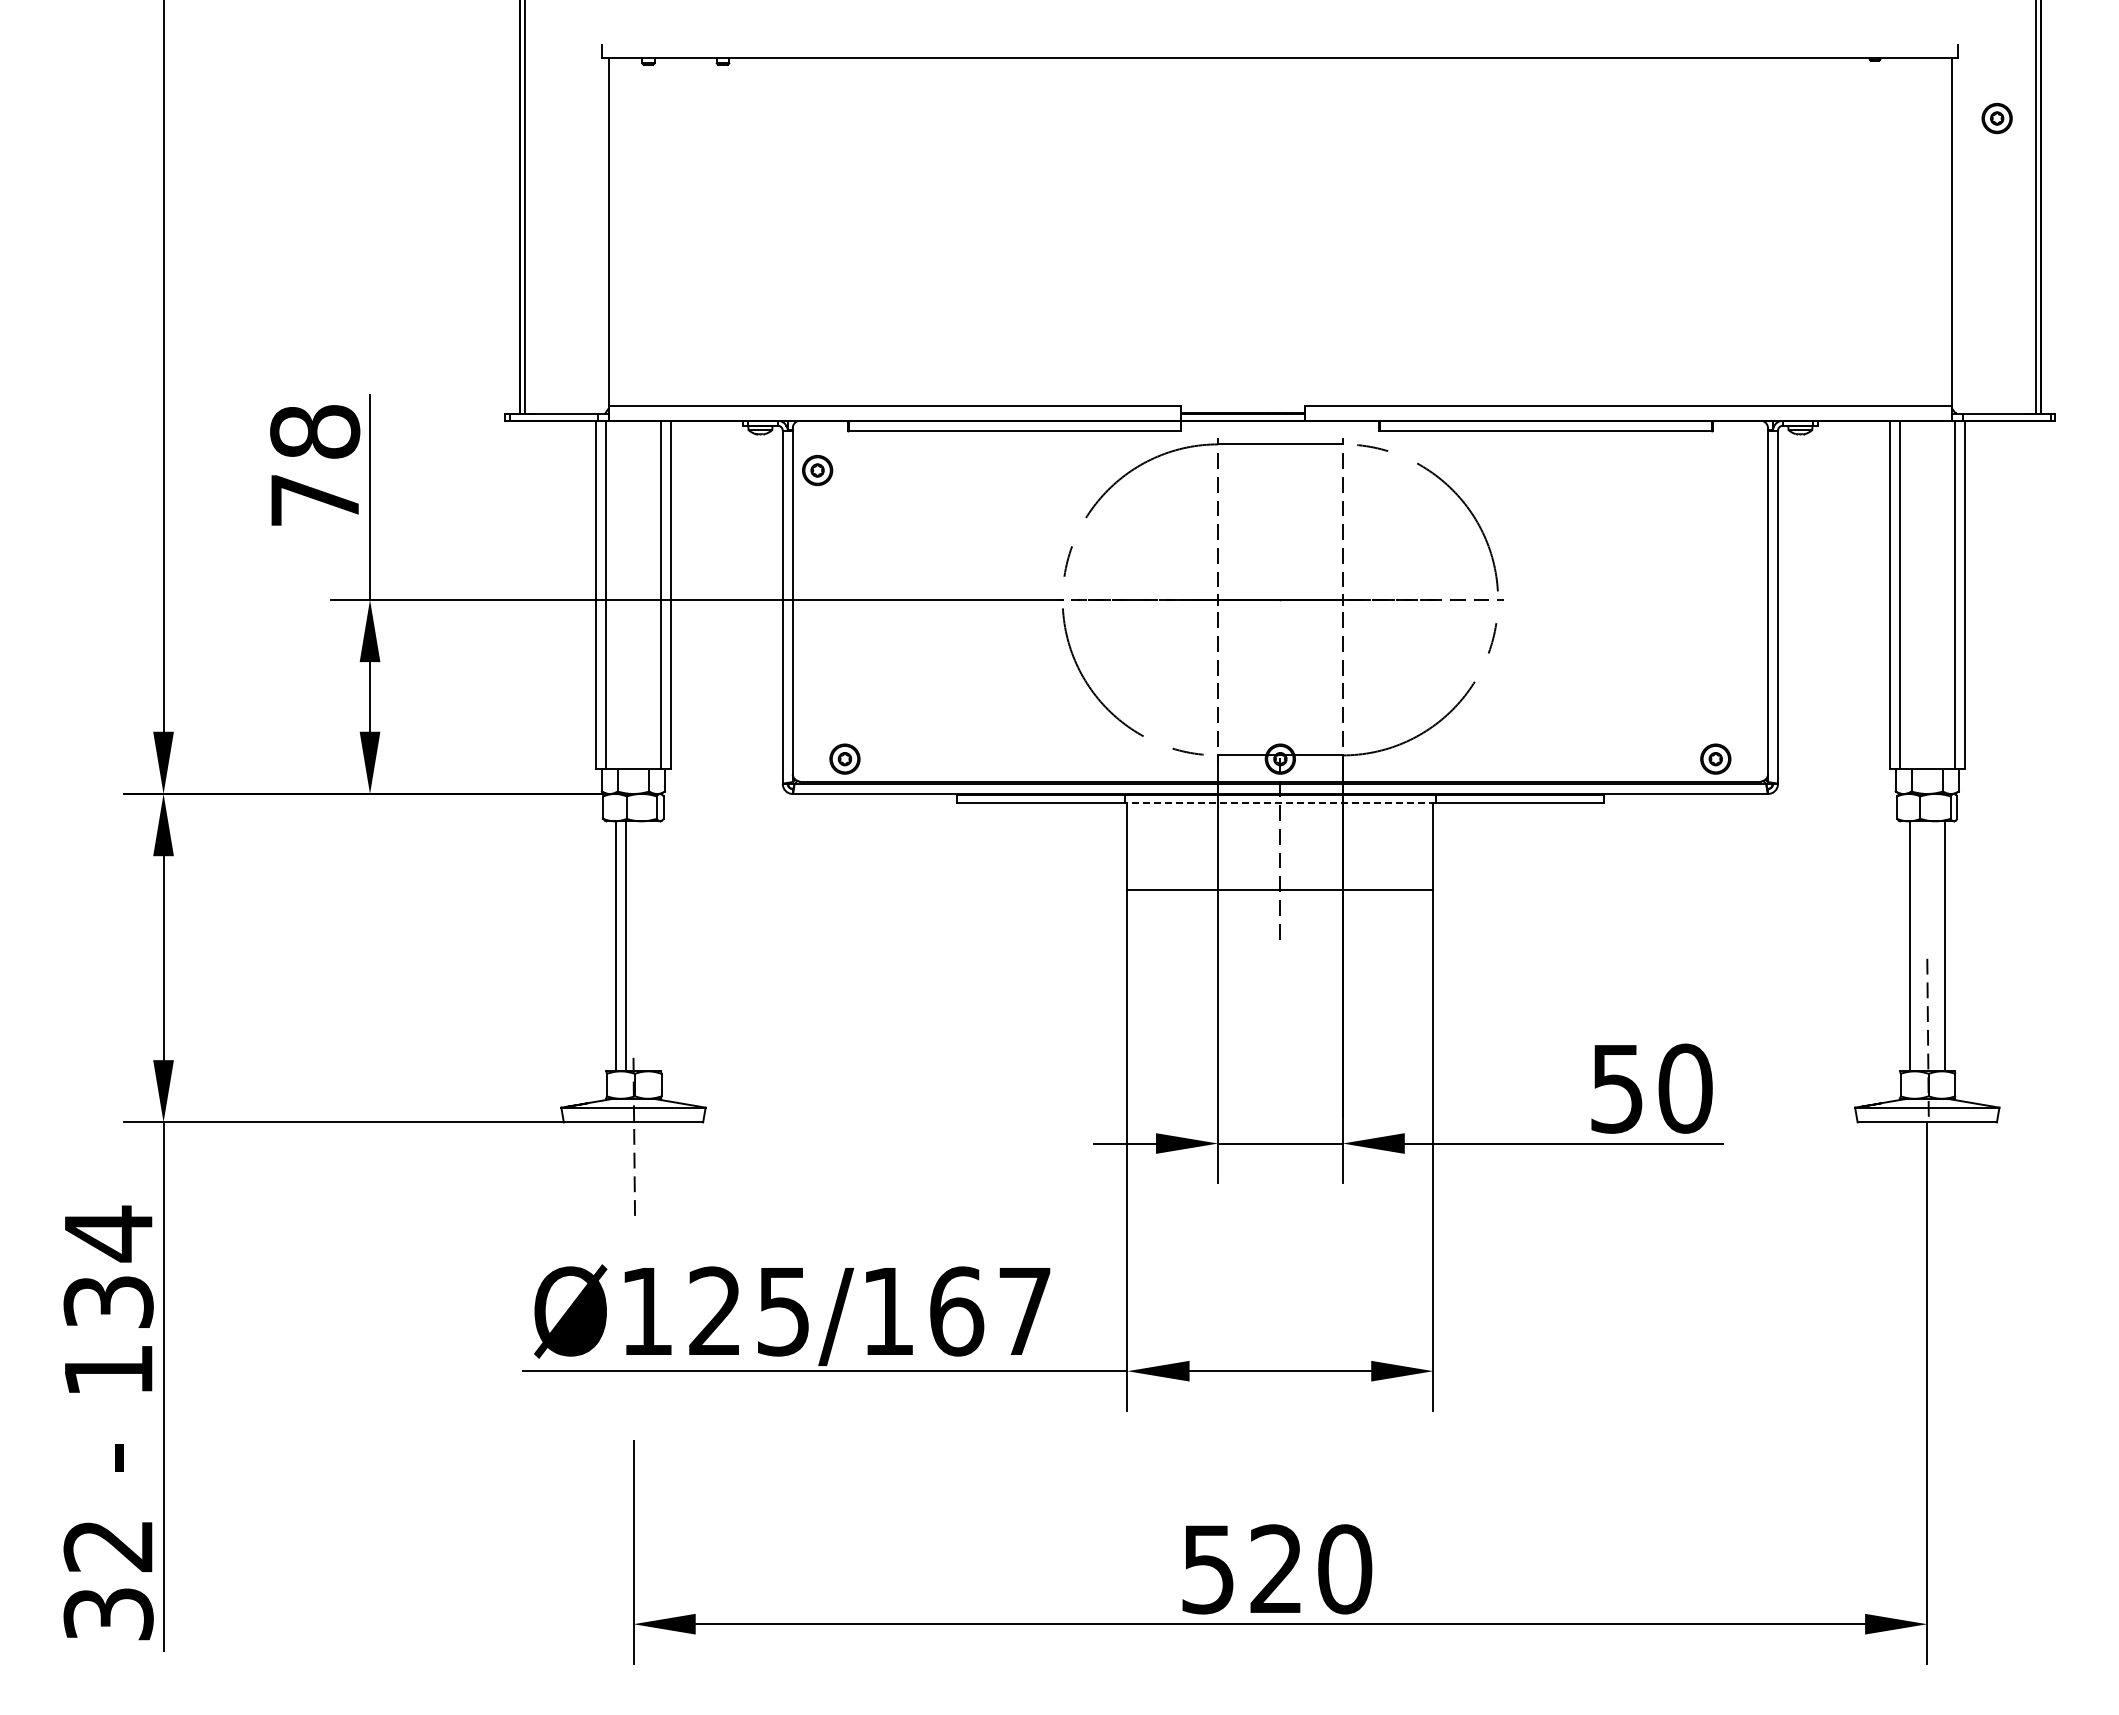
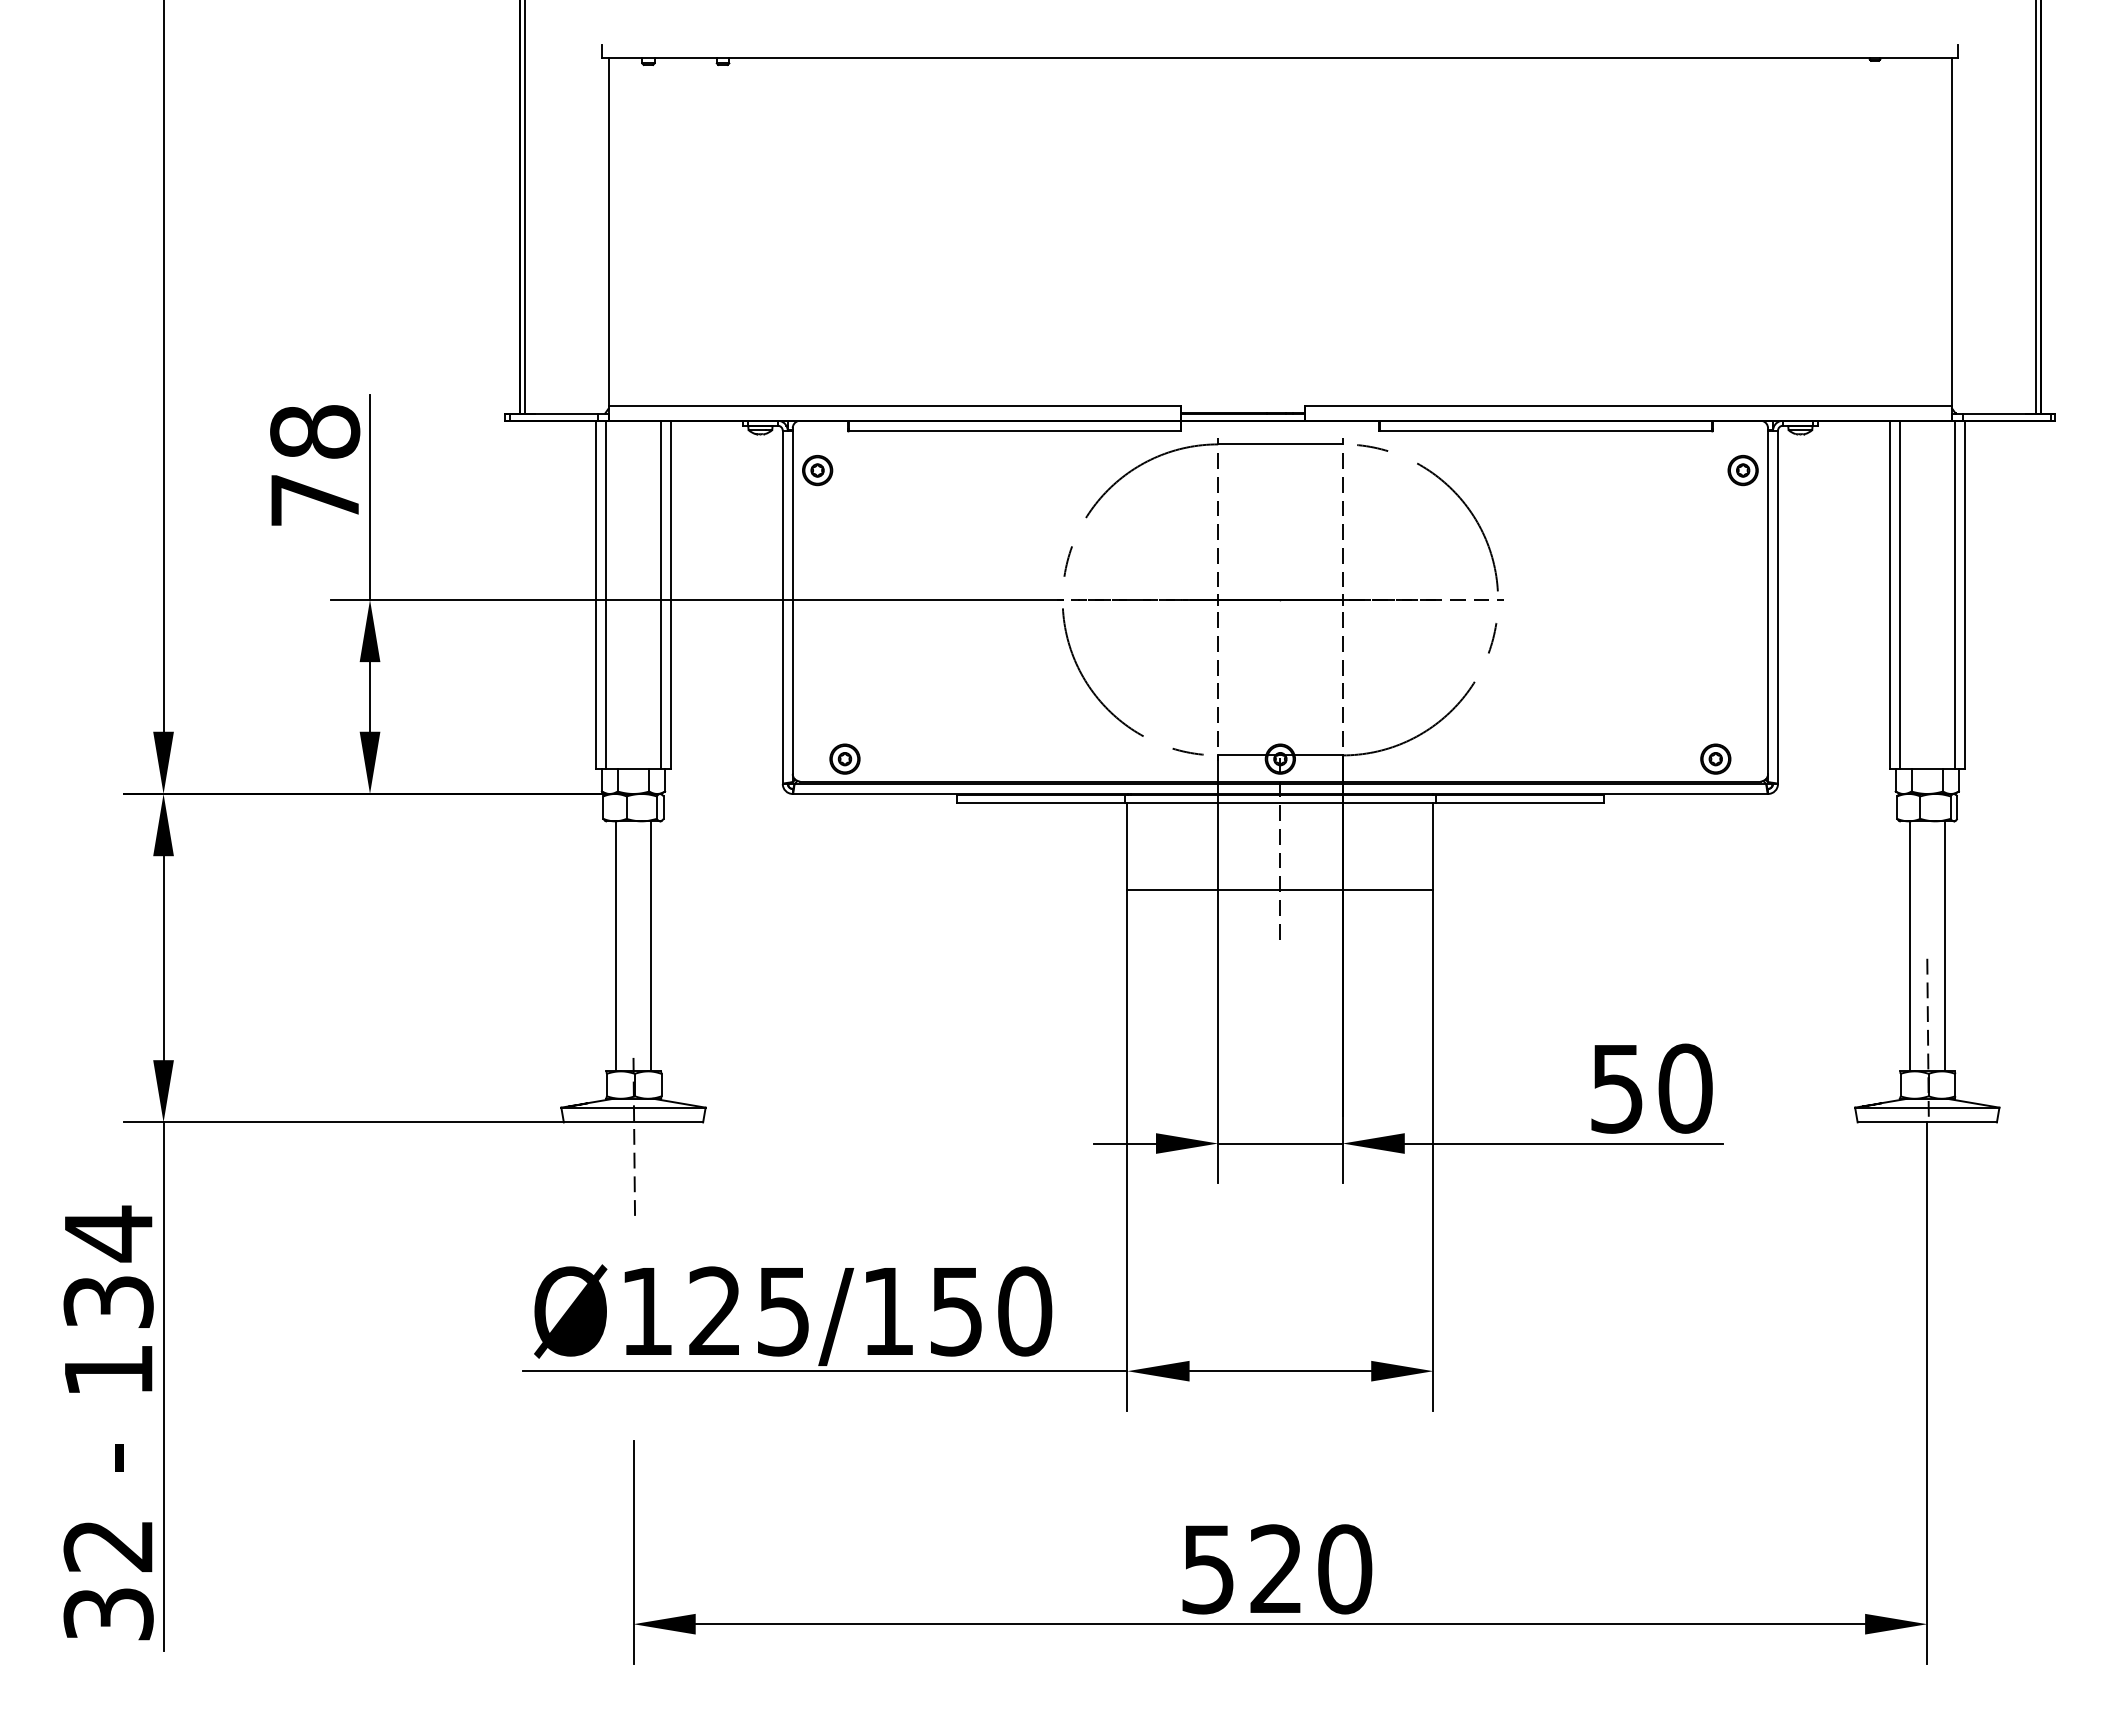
part at (1996, 118) position: (1996, 118) -> (1742, 470)
line at (1280, 802): dashed -> solid
line at (625, 946) position: (625, 946) -> (650, 946)
text at (991, 1311): Ø125/167 -> Ø125/150
